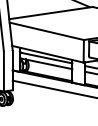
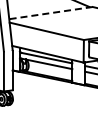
line at (50, 13): solid -> dashed
line at (53, 88): present -> none
